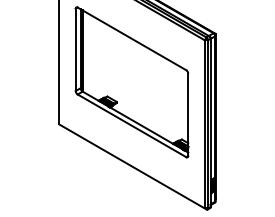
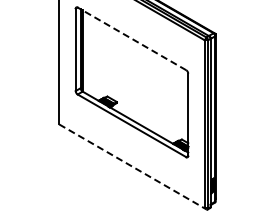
line at (132, 38): solid -> dashed
line at (133, 167): solid -> dashed
